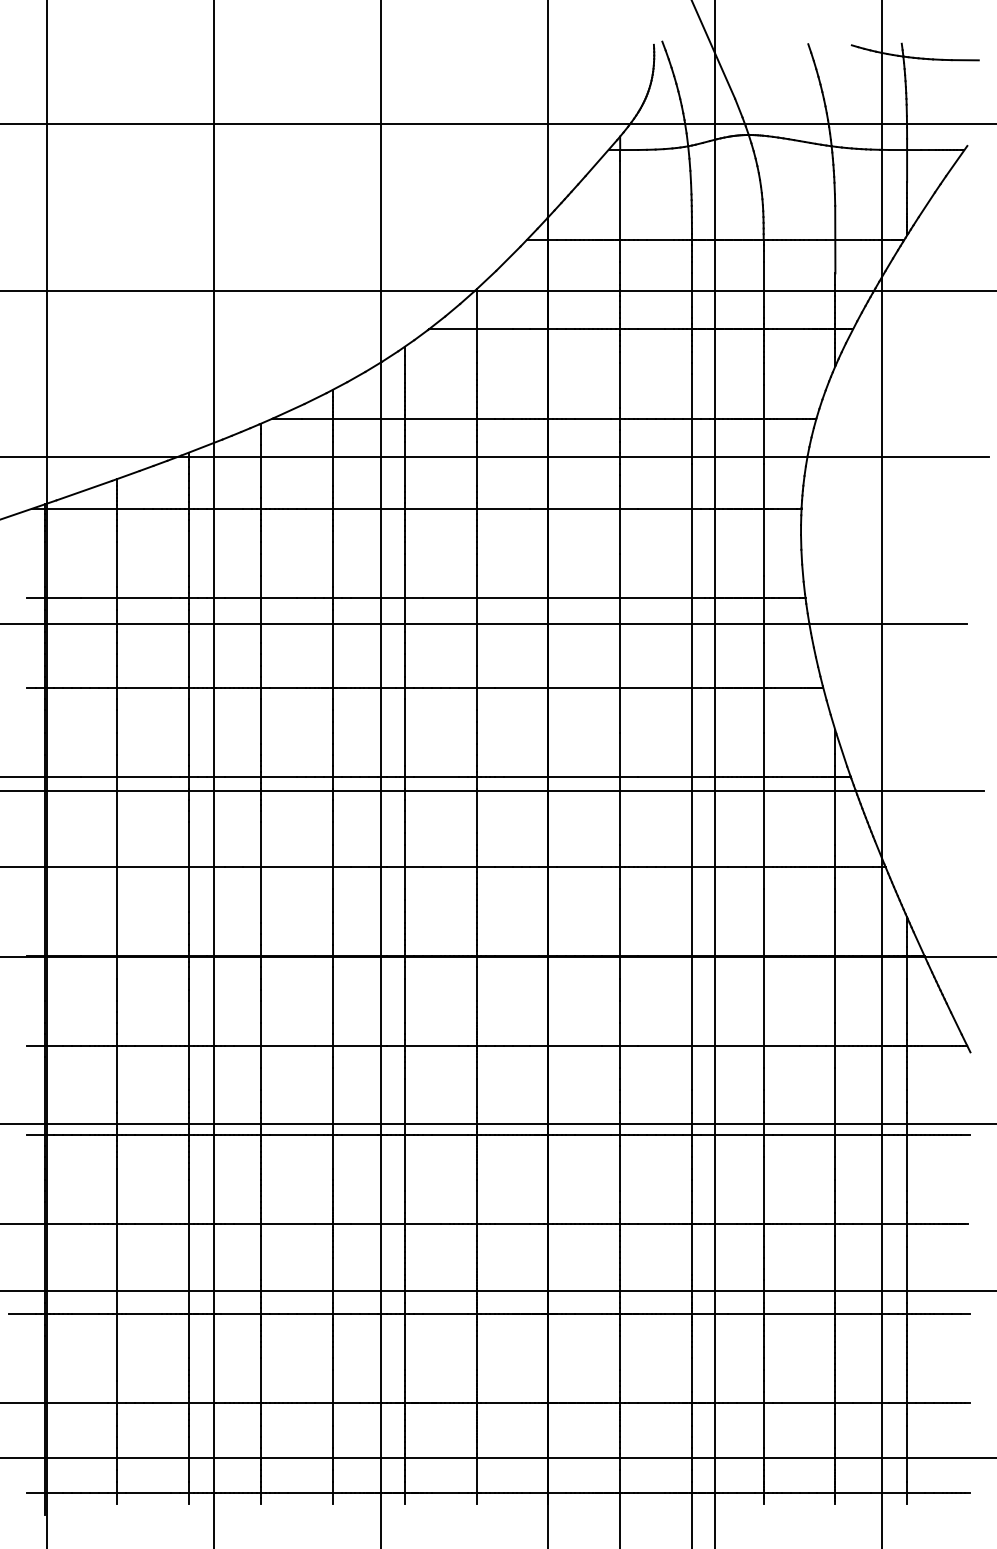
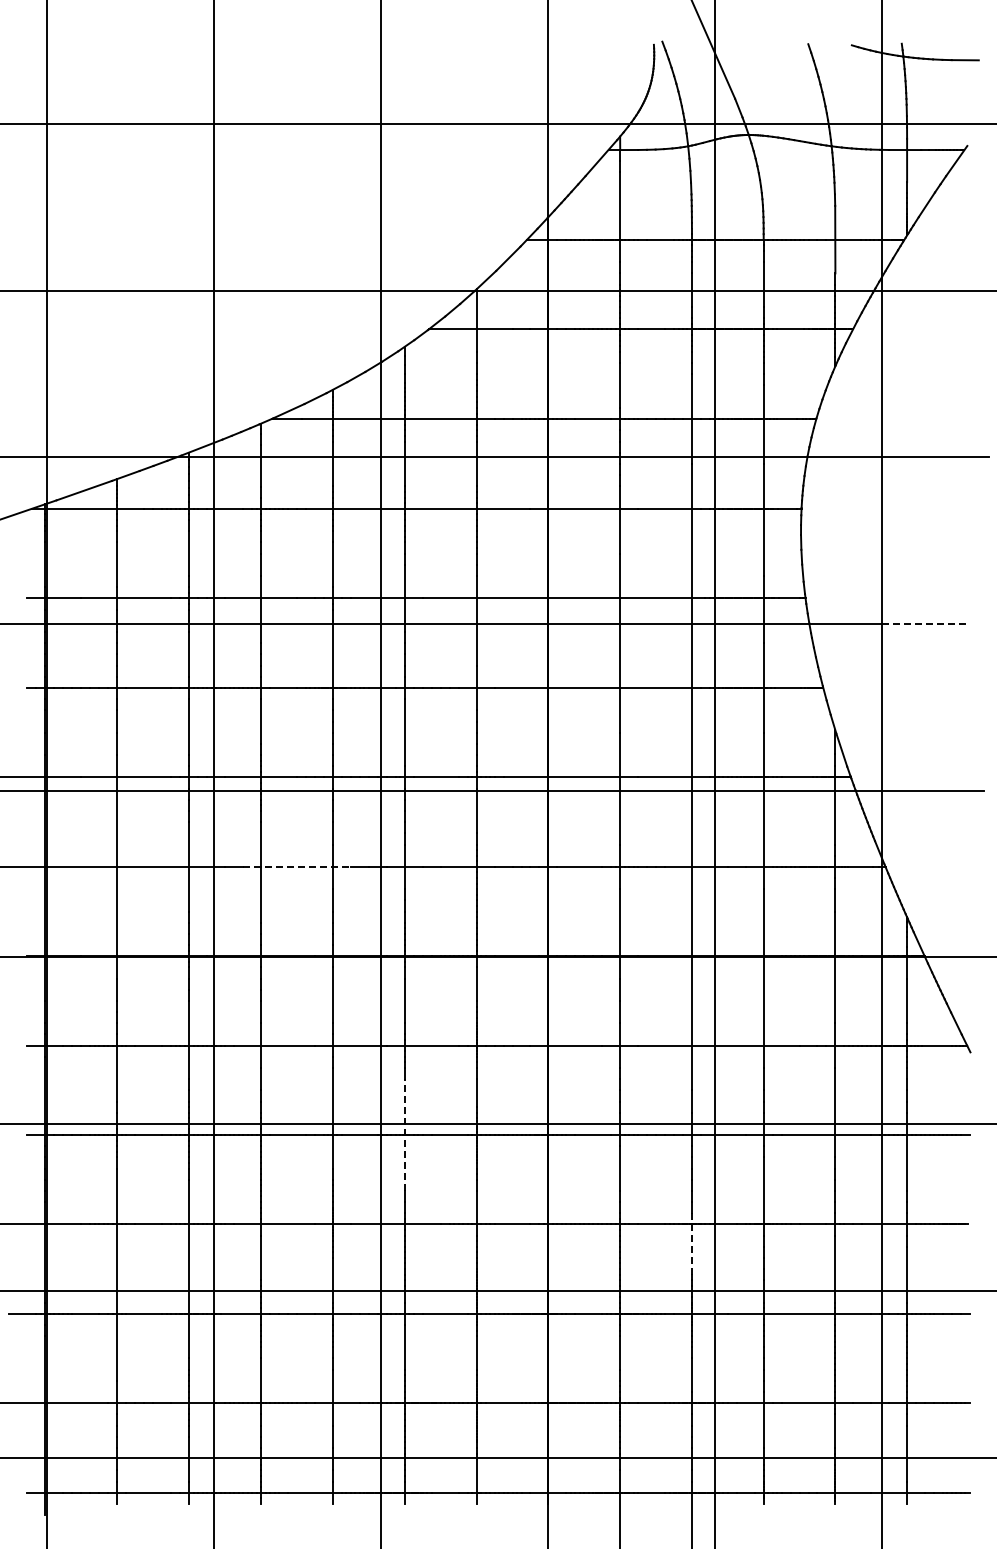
line at (924, 623): solid -> dashed
line at (296, 866): solid -> dashed
line at (404, 1135): solid -> dashed
line at (691, 1243): solid -> dashed
